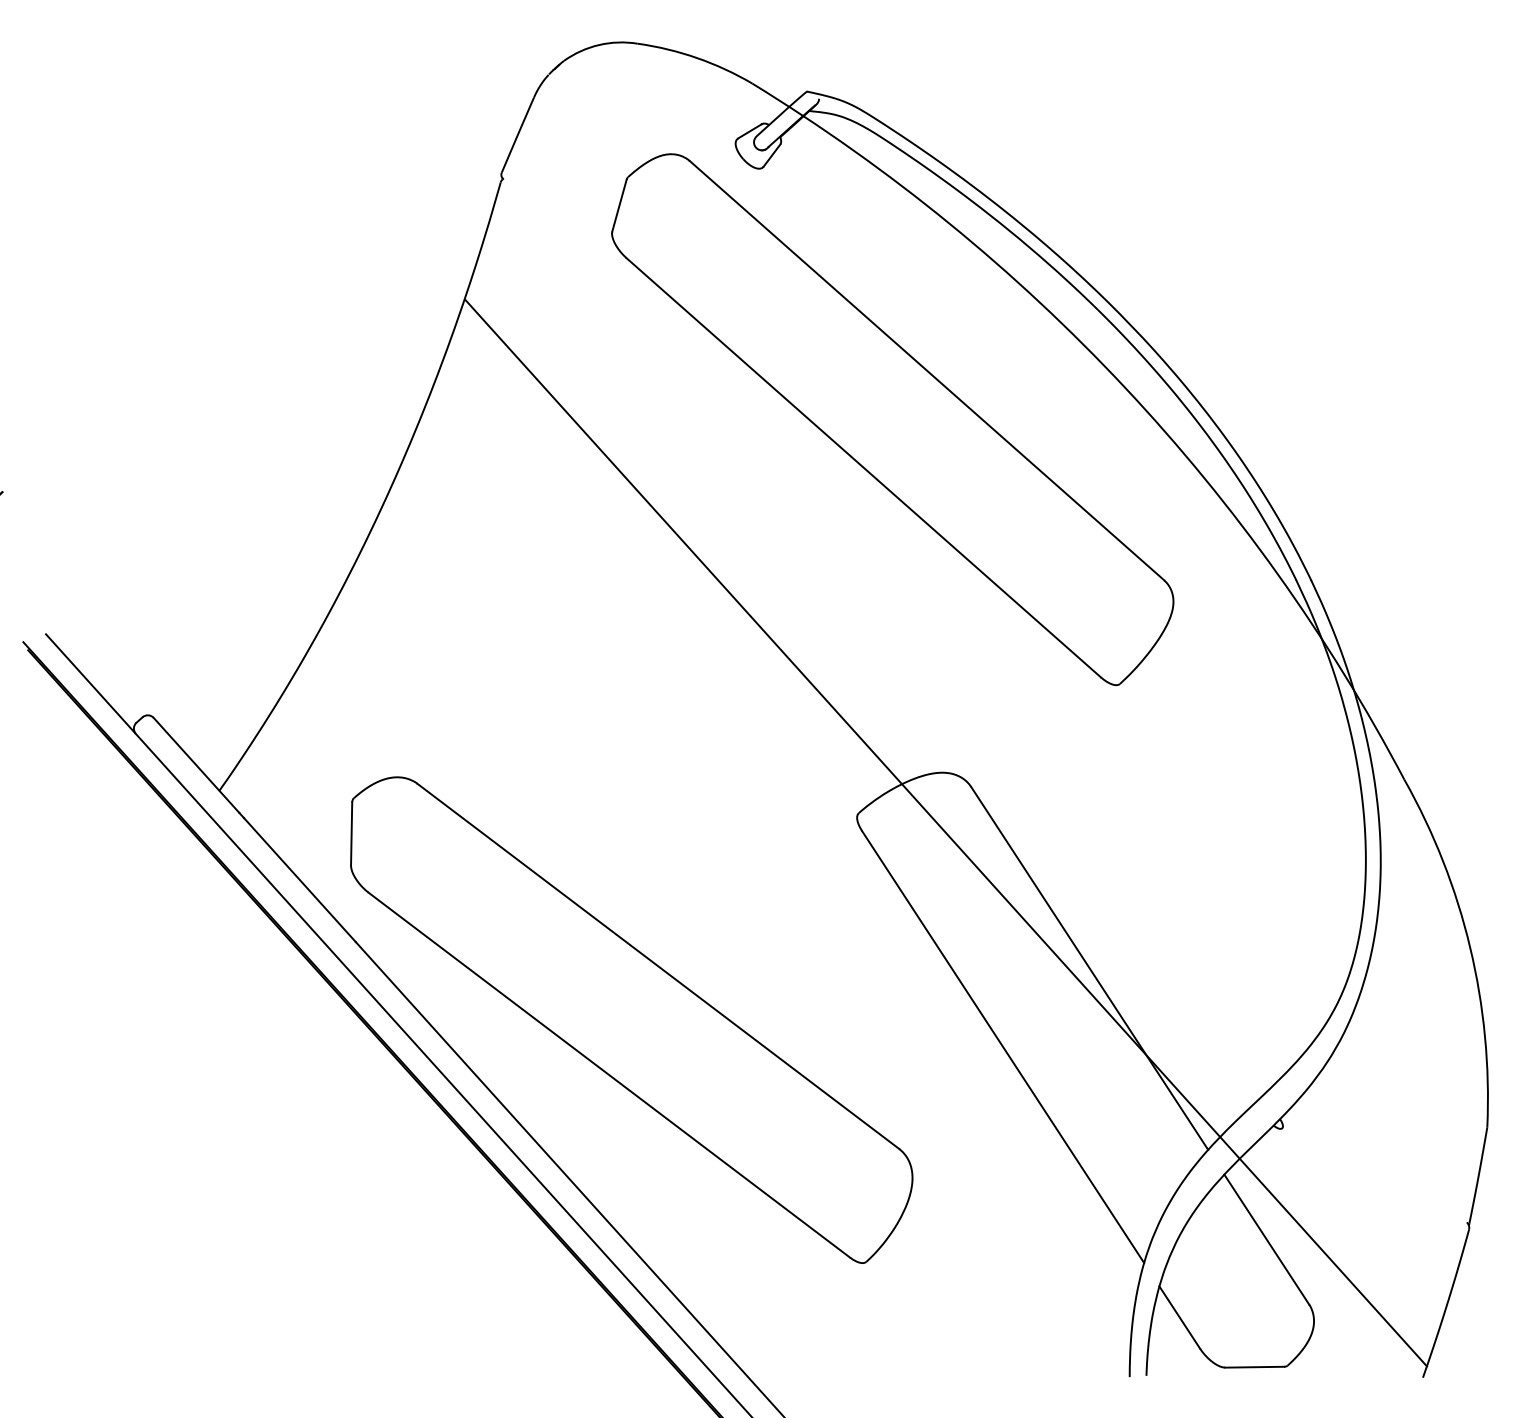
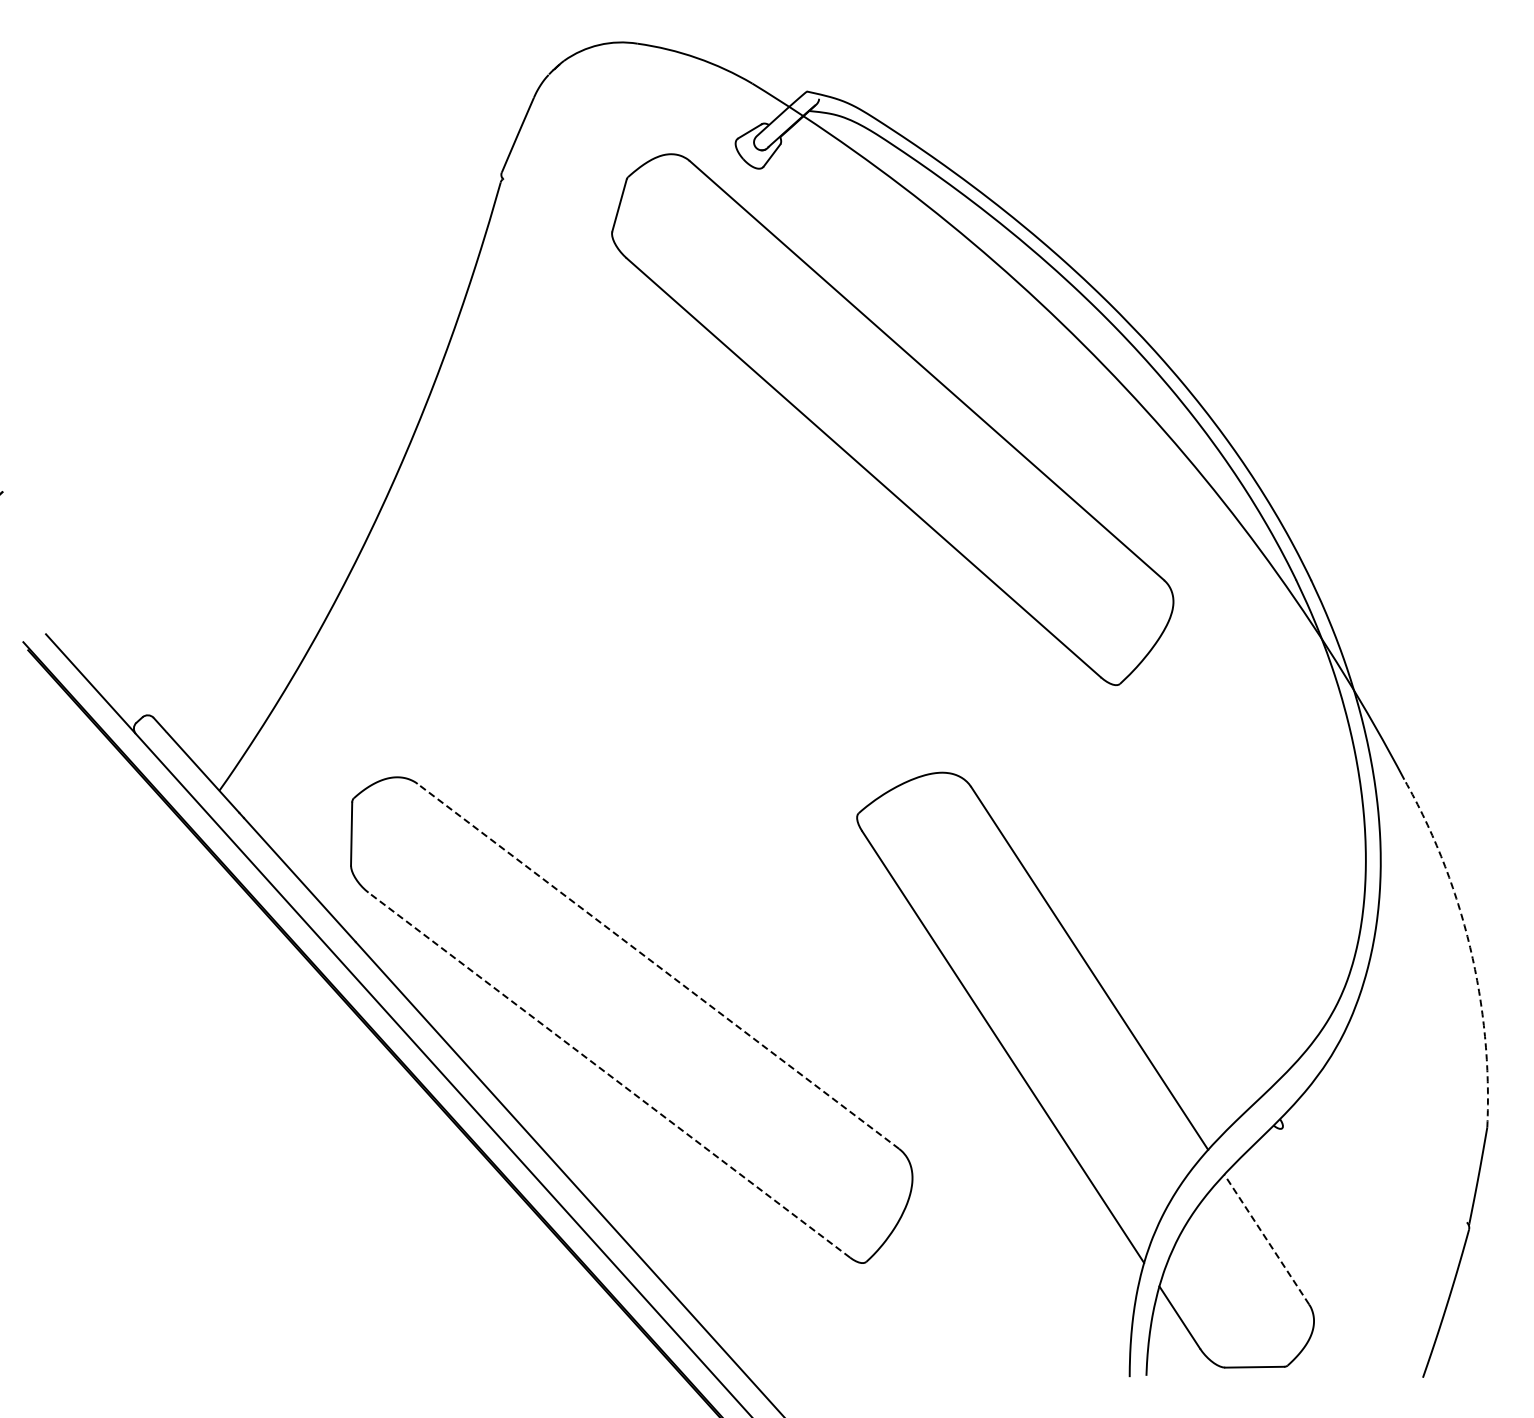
line at (945, 833): present -> none
arc at (1470, 947): solid -> dashed
line at (657, 966): solid -> dashed
line at (608, 1074): solid -> dashed
line at (1266, 1239): solid -> dashed
